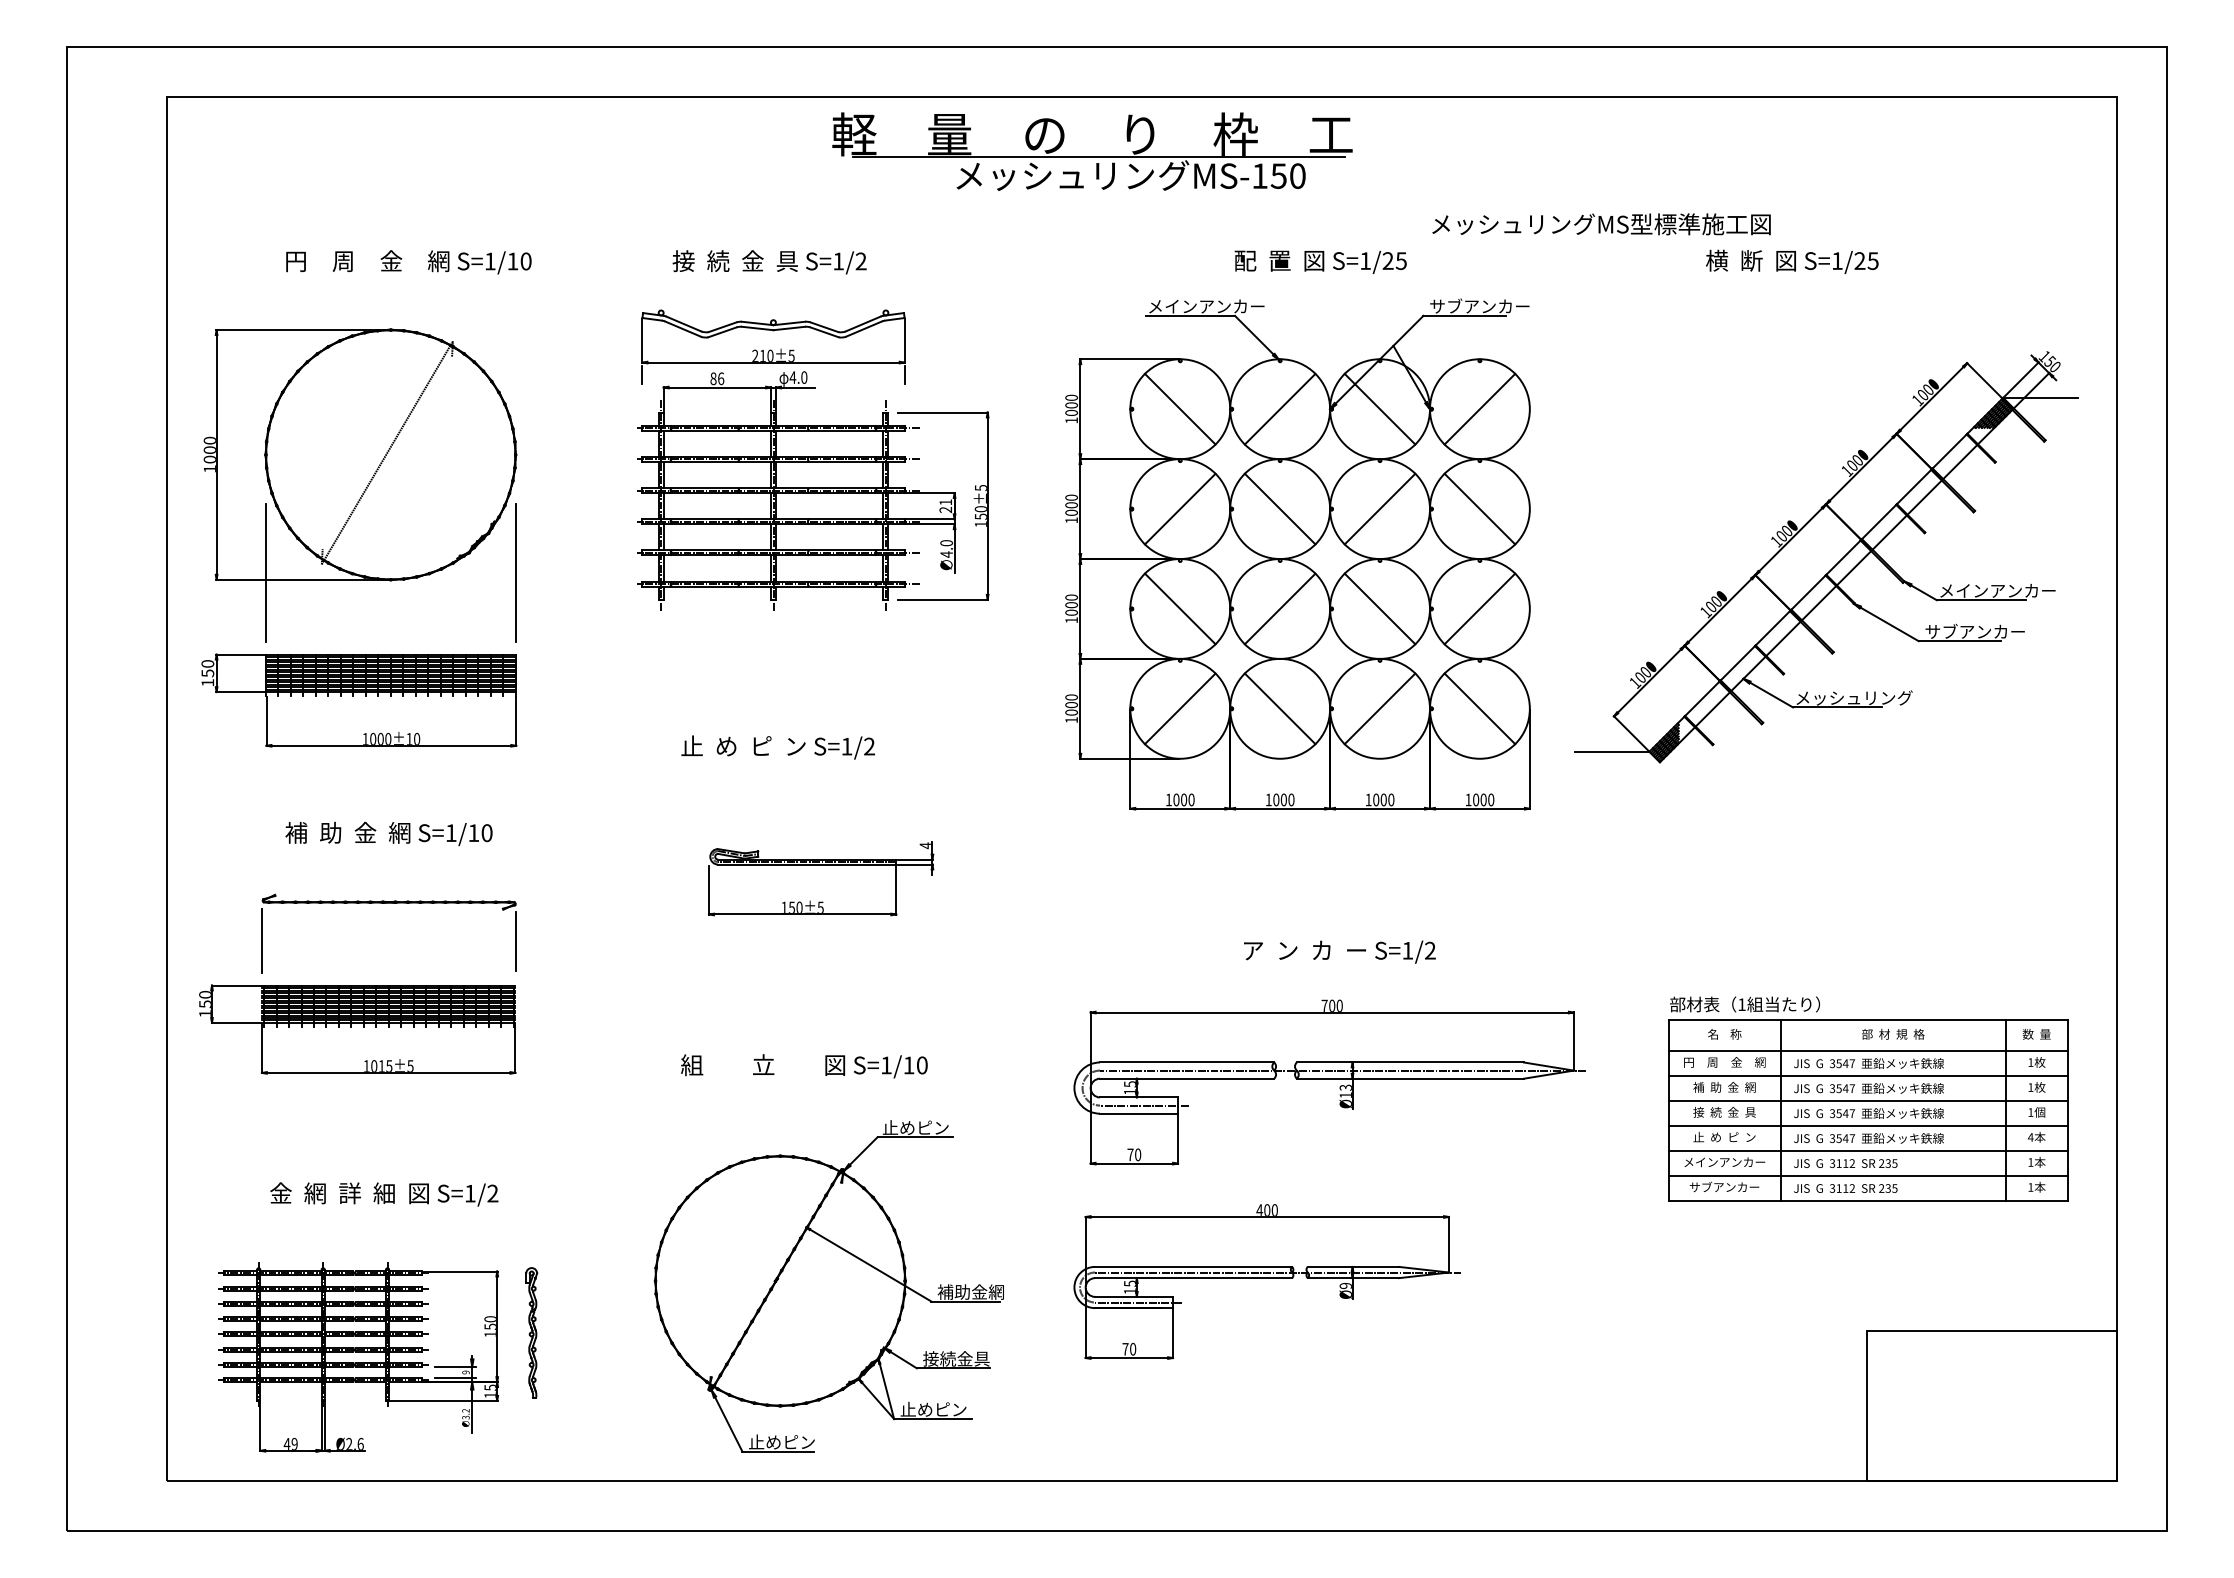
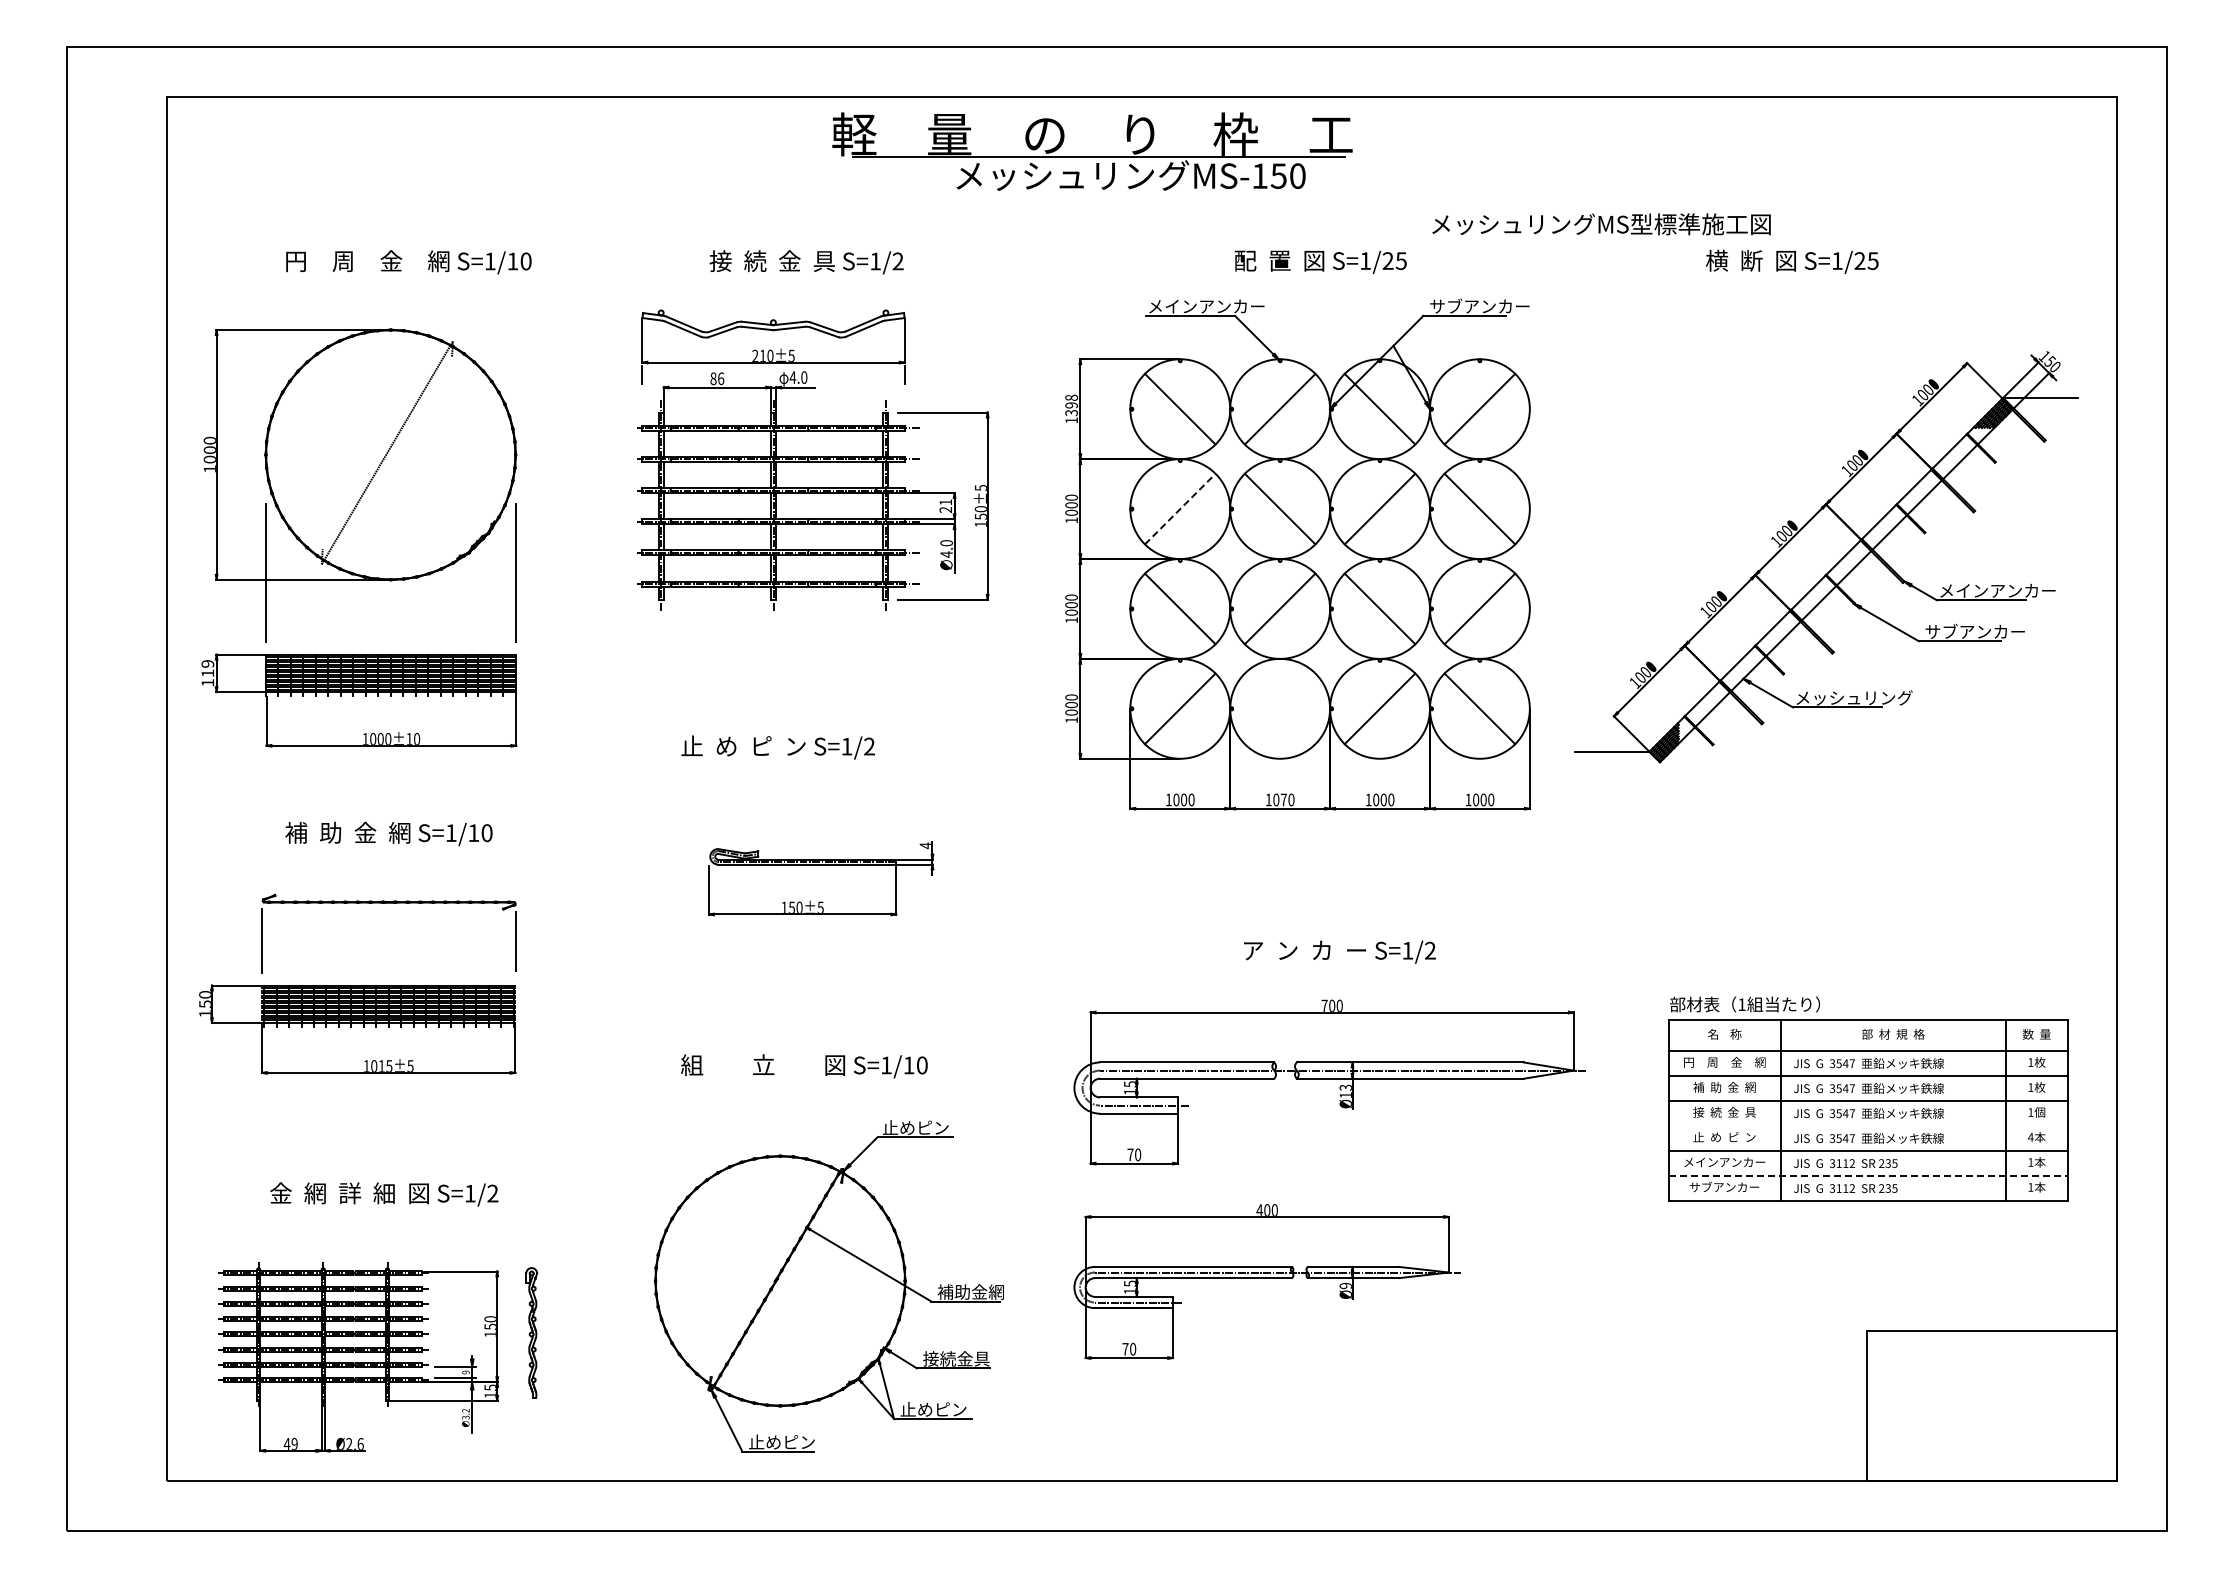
text at (769, 262) position: (769, 262) -> (806, 262)
text at (1071, 405): 1000 -> 1398
line at (1180, 509): solid -> dashed
text at (207, 668): 150 -> 119
line at (1279, 708): present -> none
text at (1283, 799): 1000 -> 1070
line at (1868, 1126): present -> none
line at (1868, 1176): solid -> dashed
